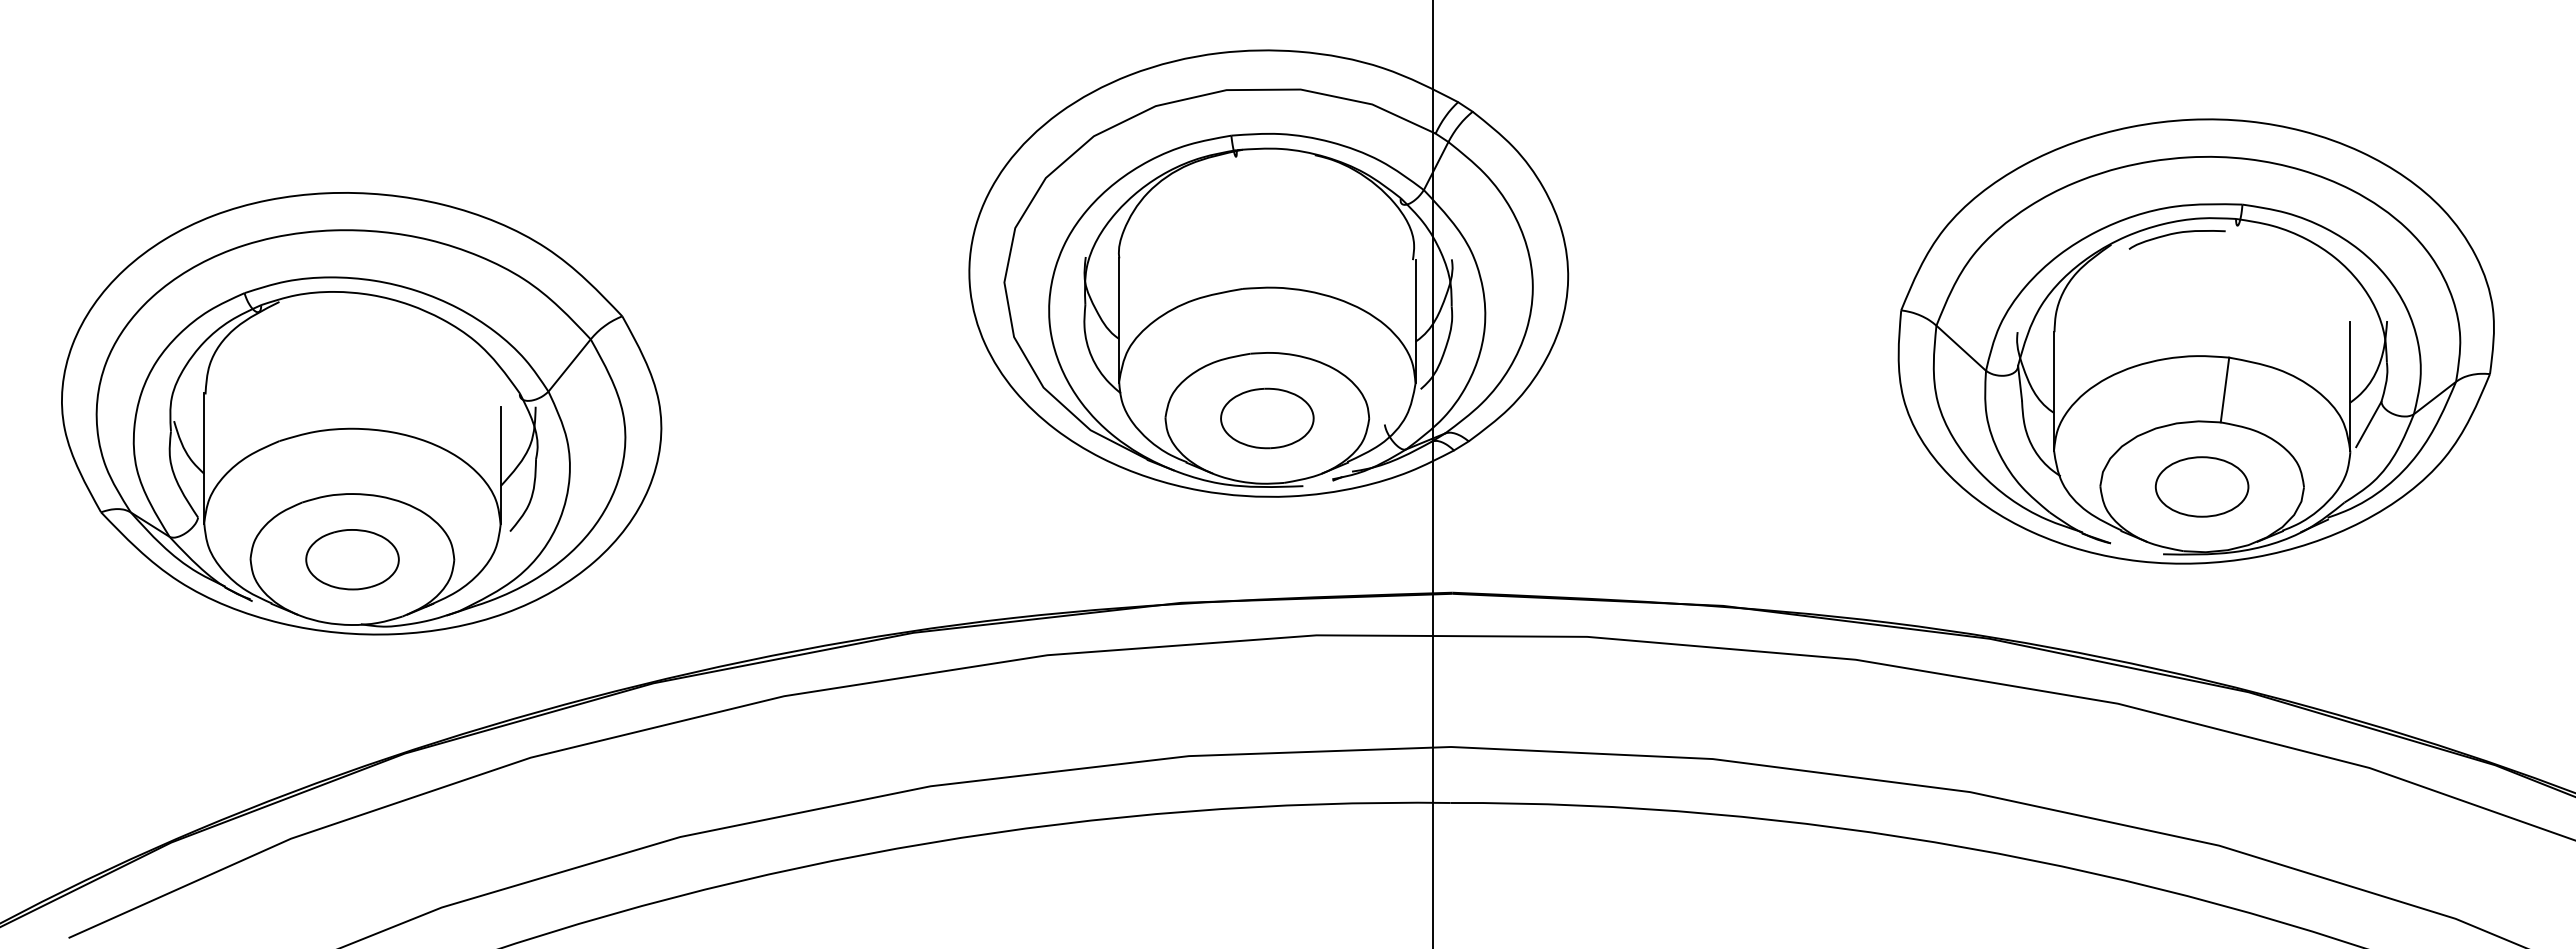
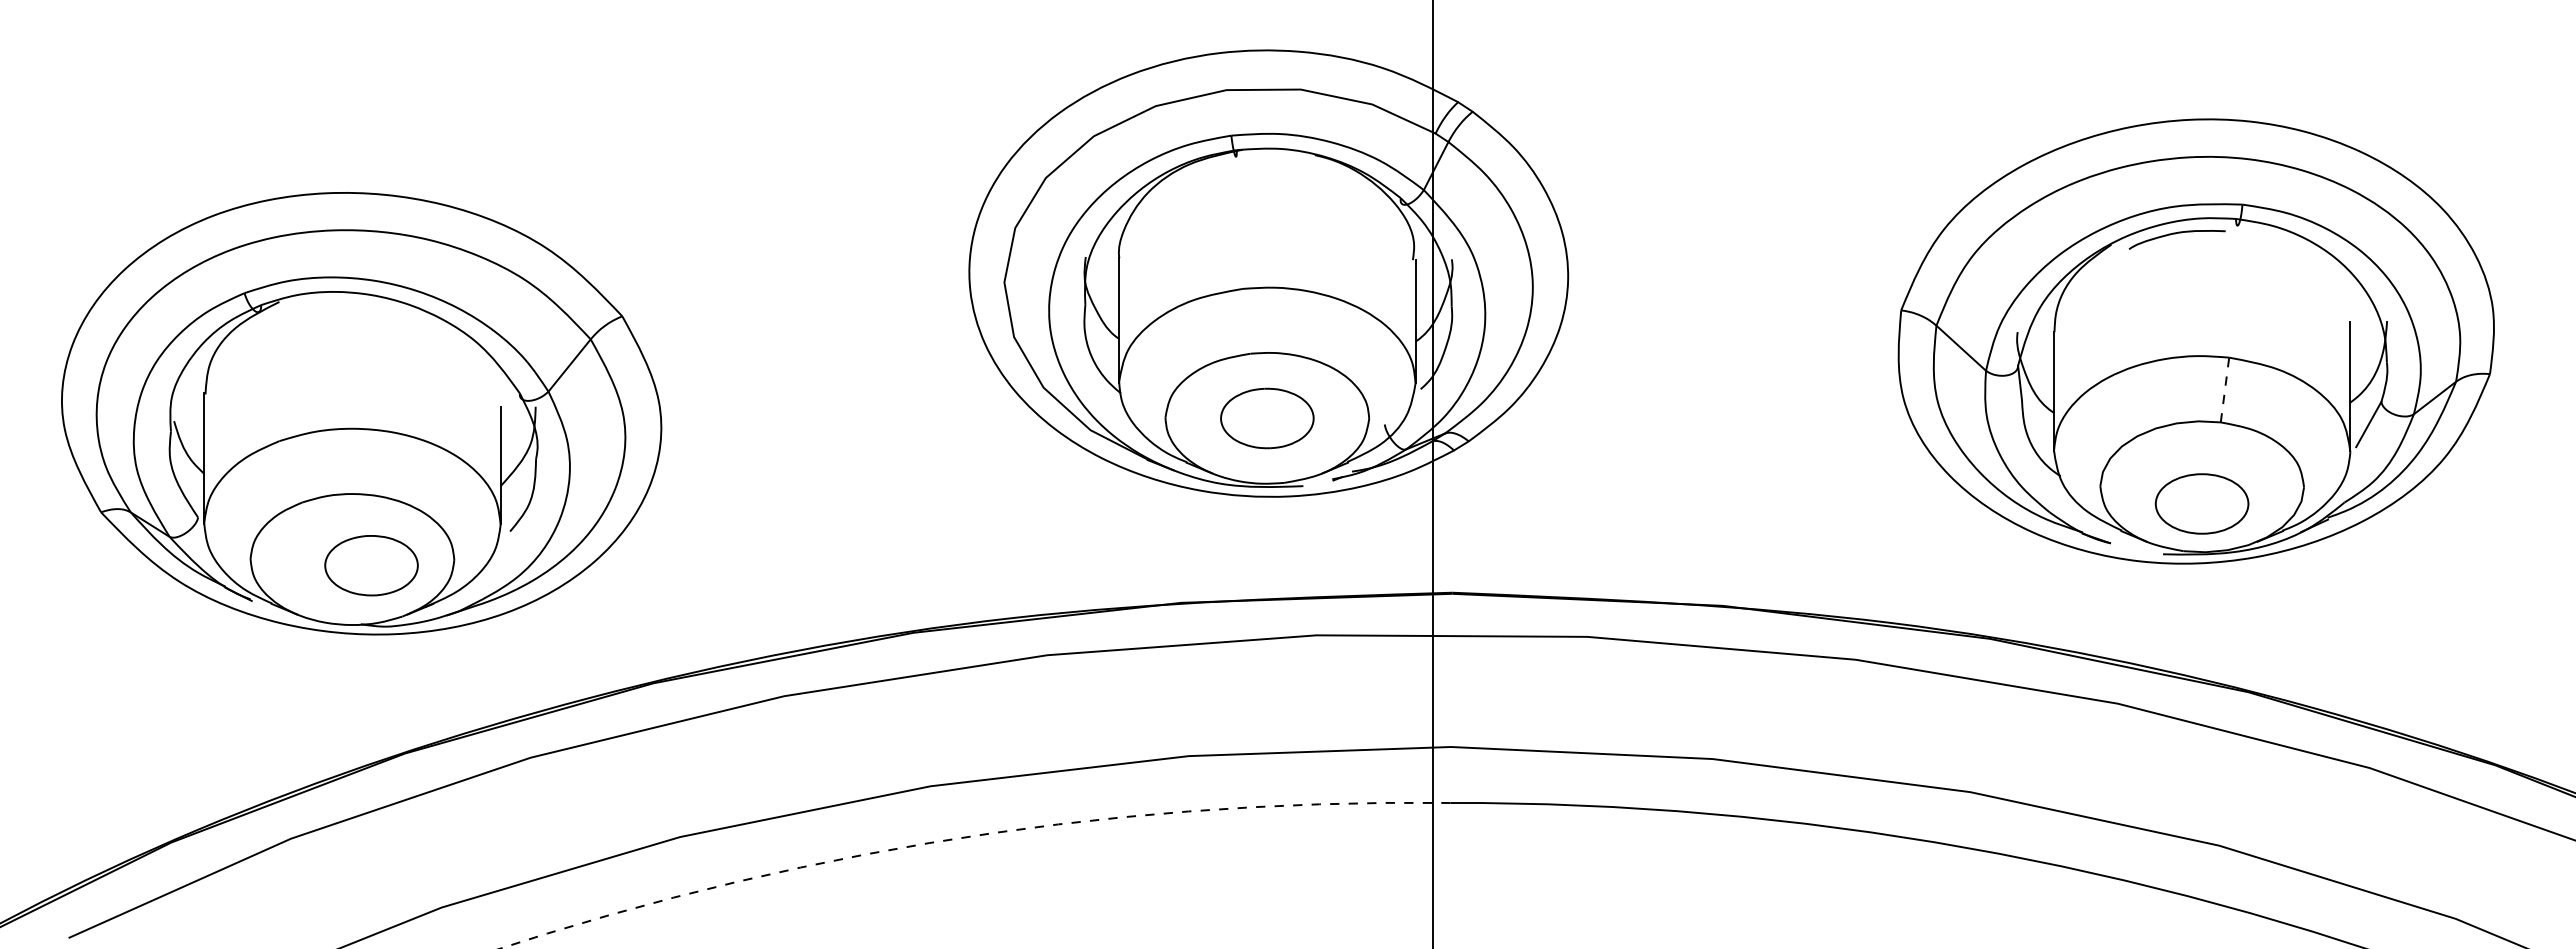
line at (2224, 390): solid -> dashed
part at (2201, 486) position: (2201, 486) -> (2201, 503)
part at (352, 559) position: (352, 559) -> (371, 565)
arc at (969, 836): solid -> dashed
